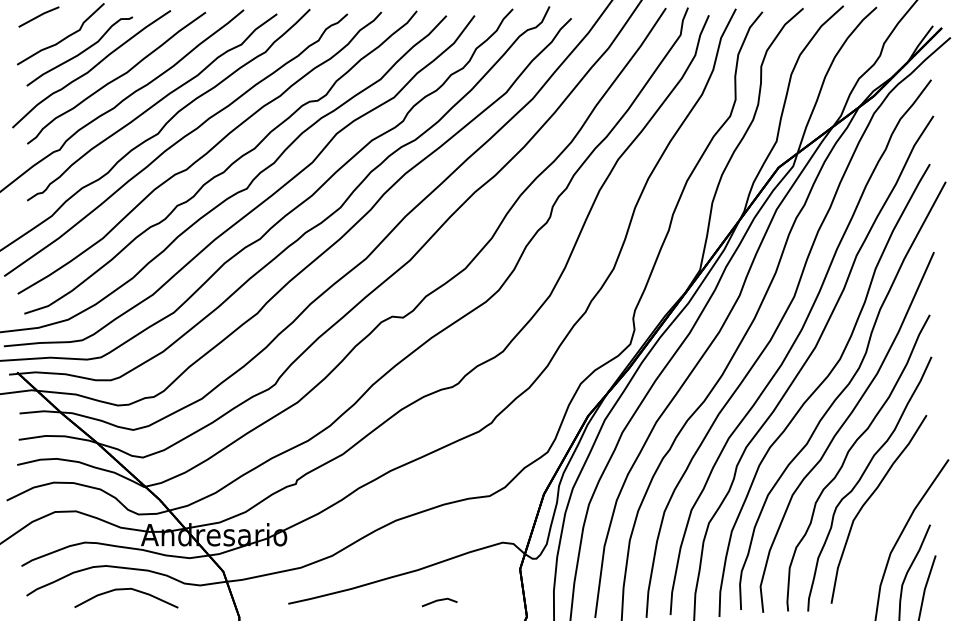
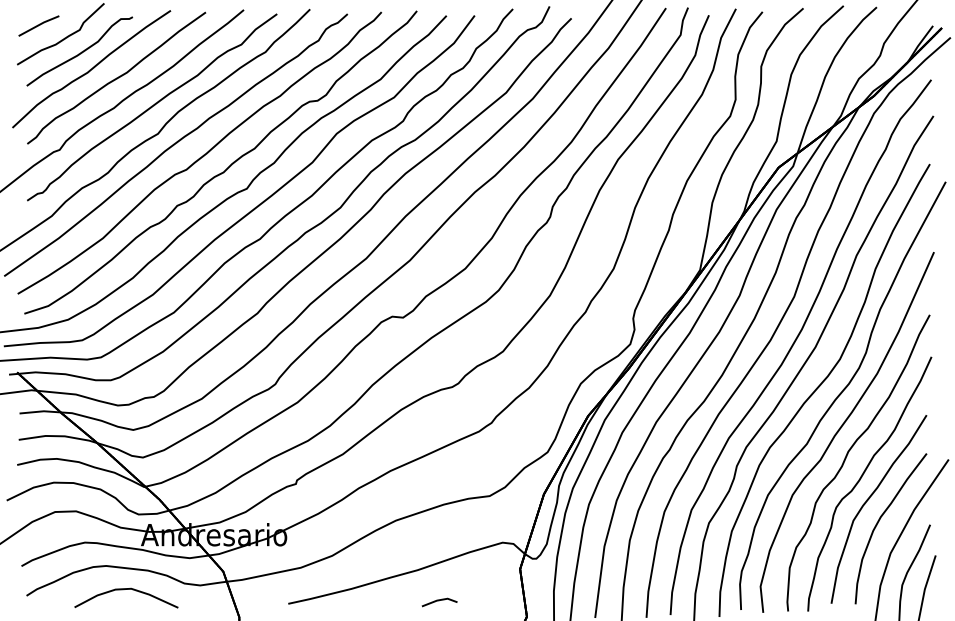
line at (38, 16) position: (38, 16) -> (38, 25)
part at (878, 523): none -> present
